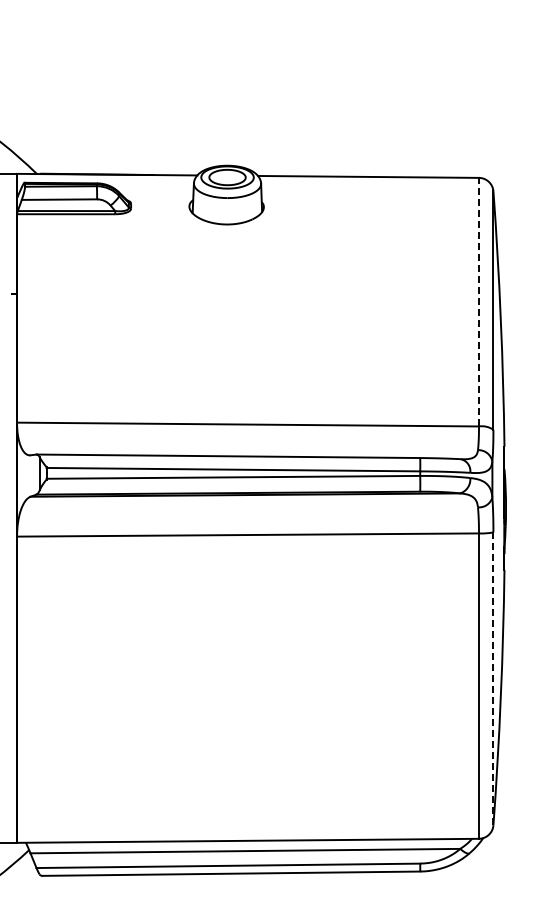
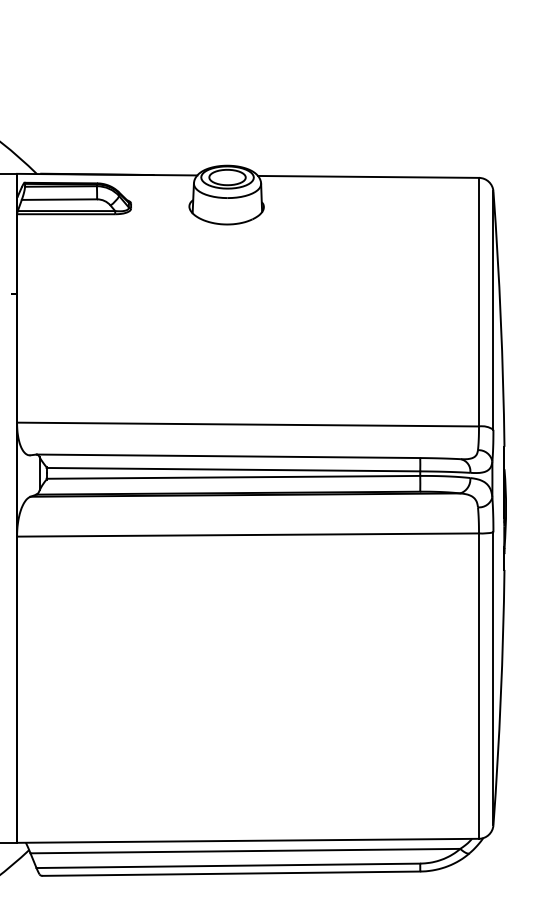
line at (479, 301): dashed -> solid
line at (493, 679): dashed -> solid
